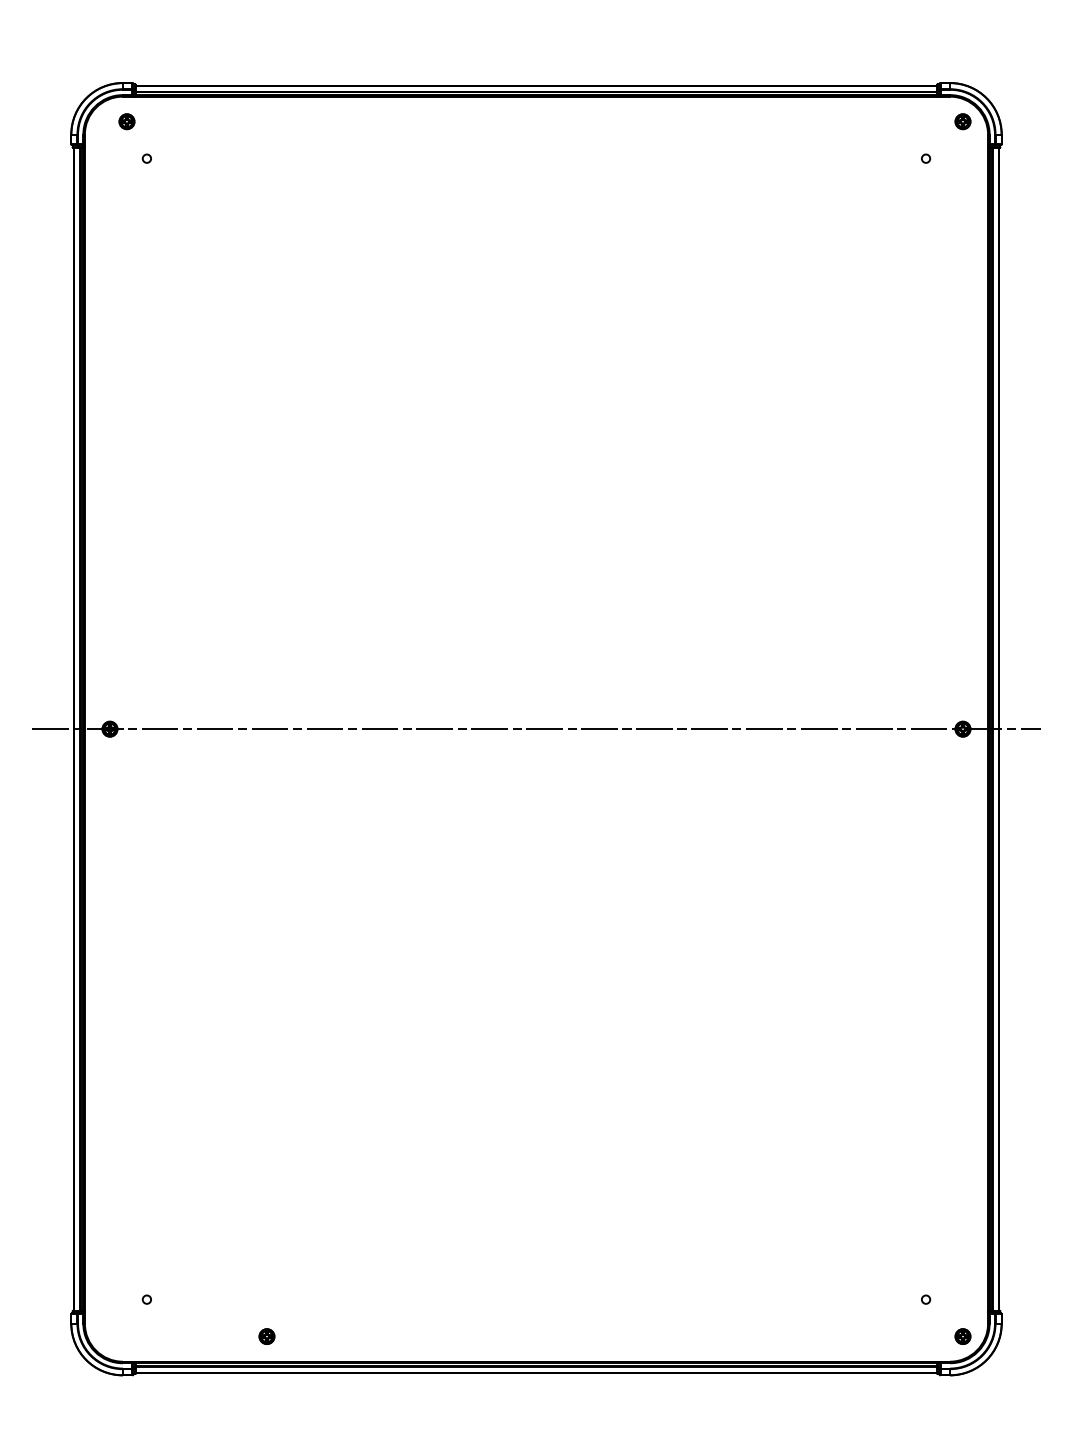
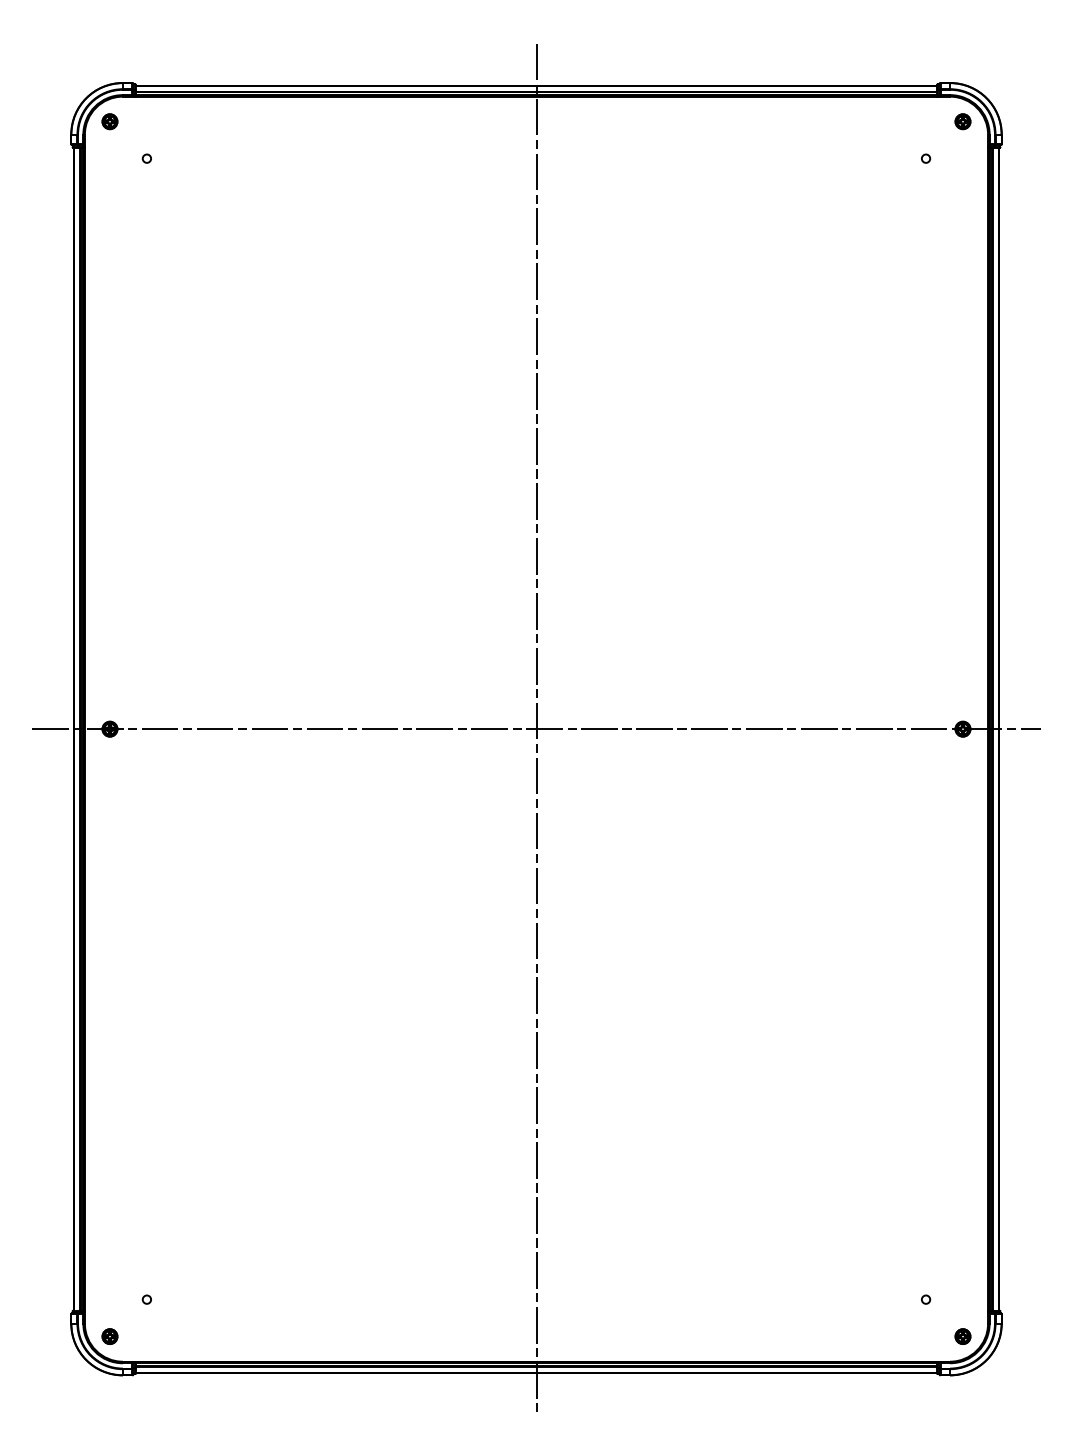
part at (126, 121) position: (126, 121) -> (109, 121)
line at (536, 728): none -> present
part at (266, 1336) position: (266, 1336) -> (109, 1336)
